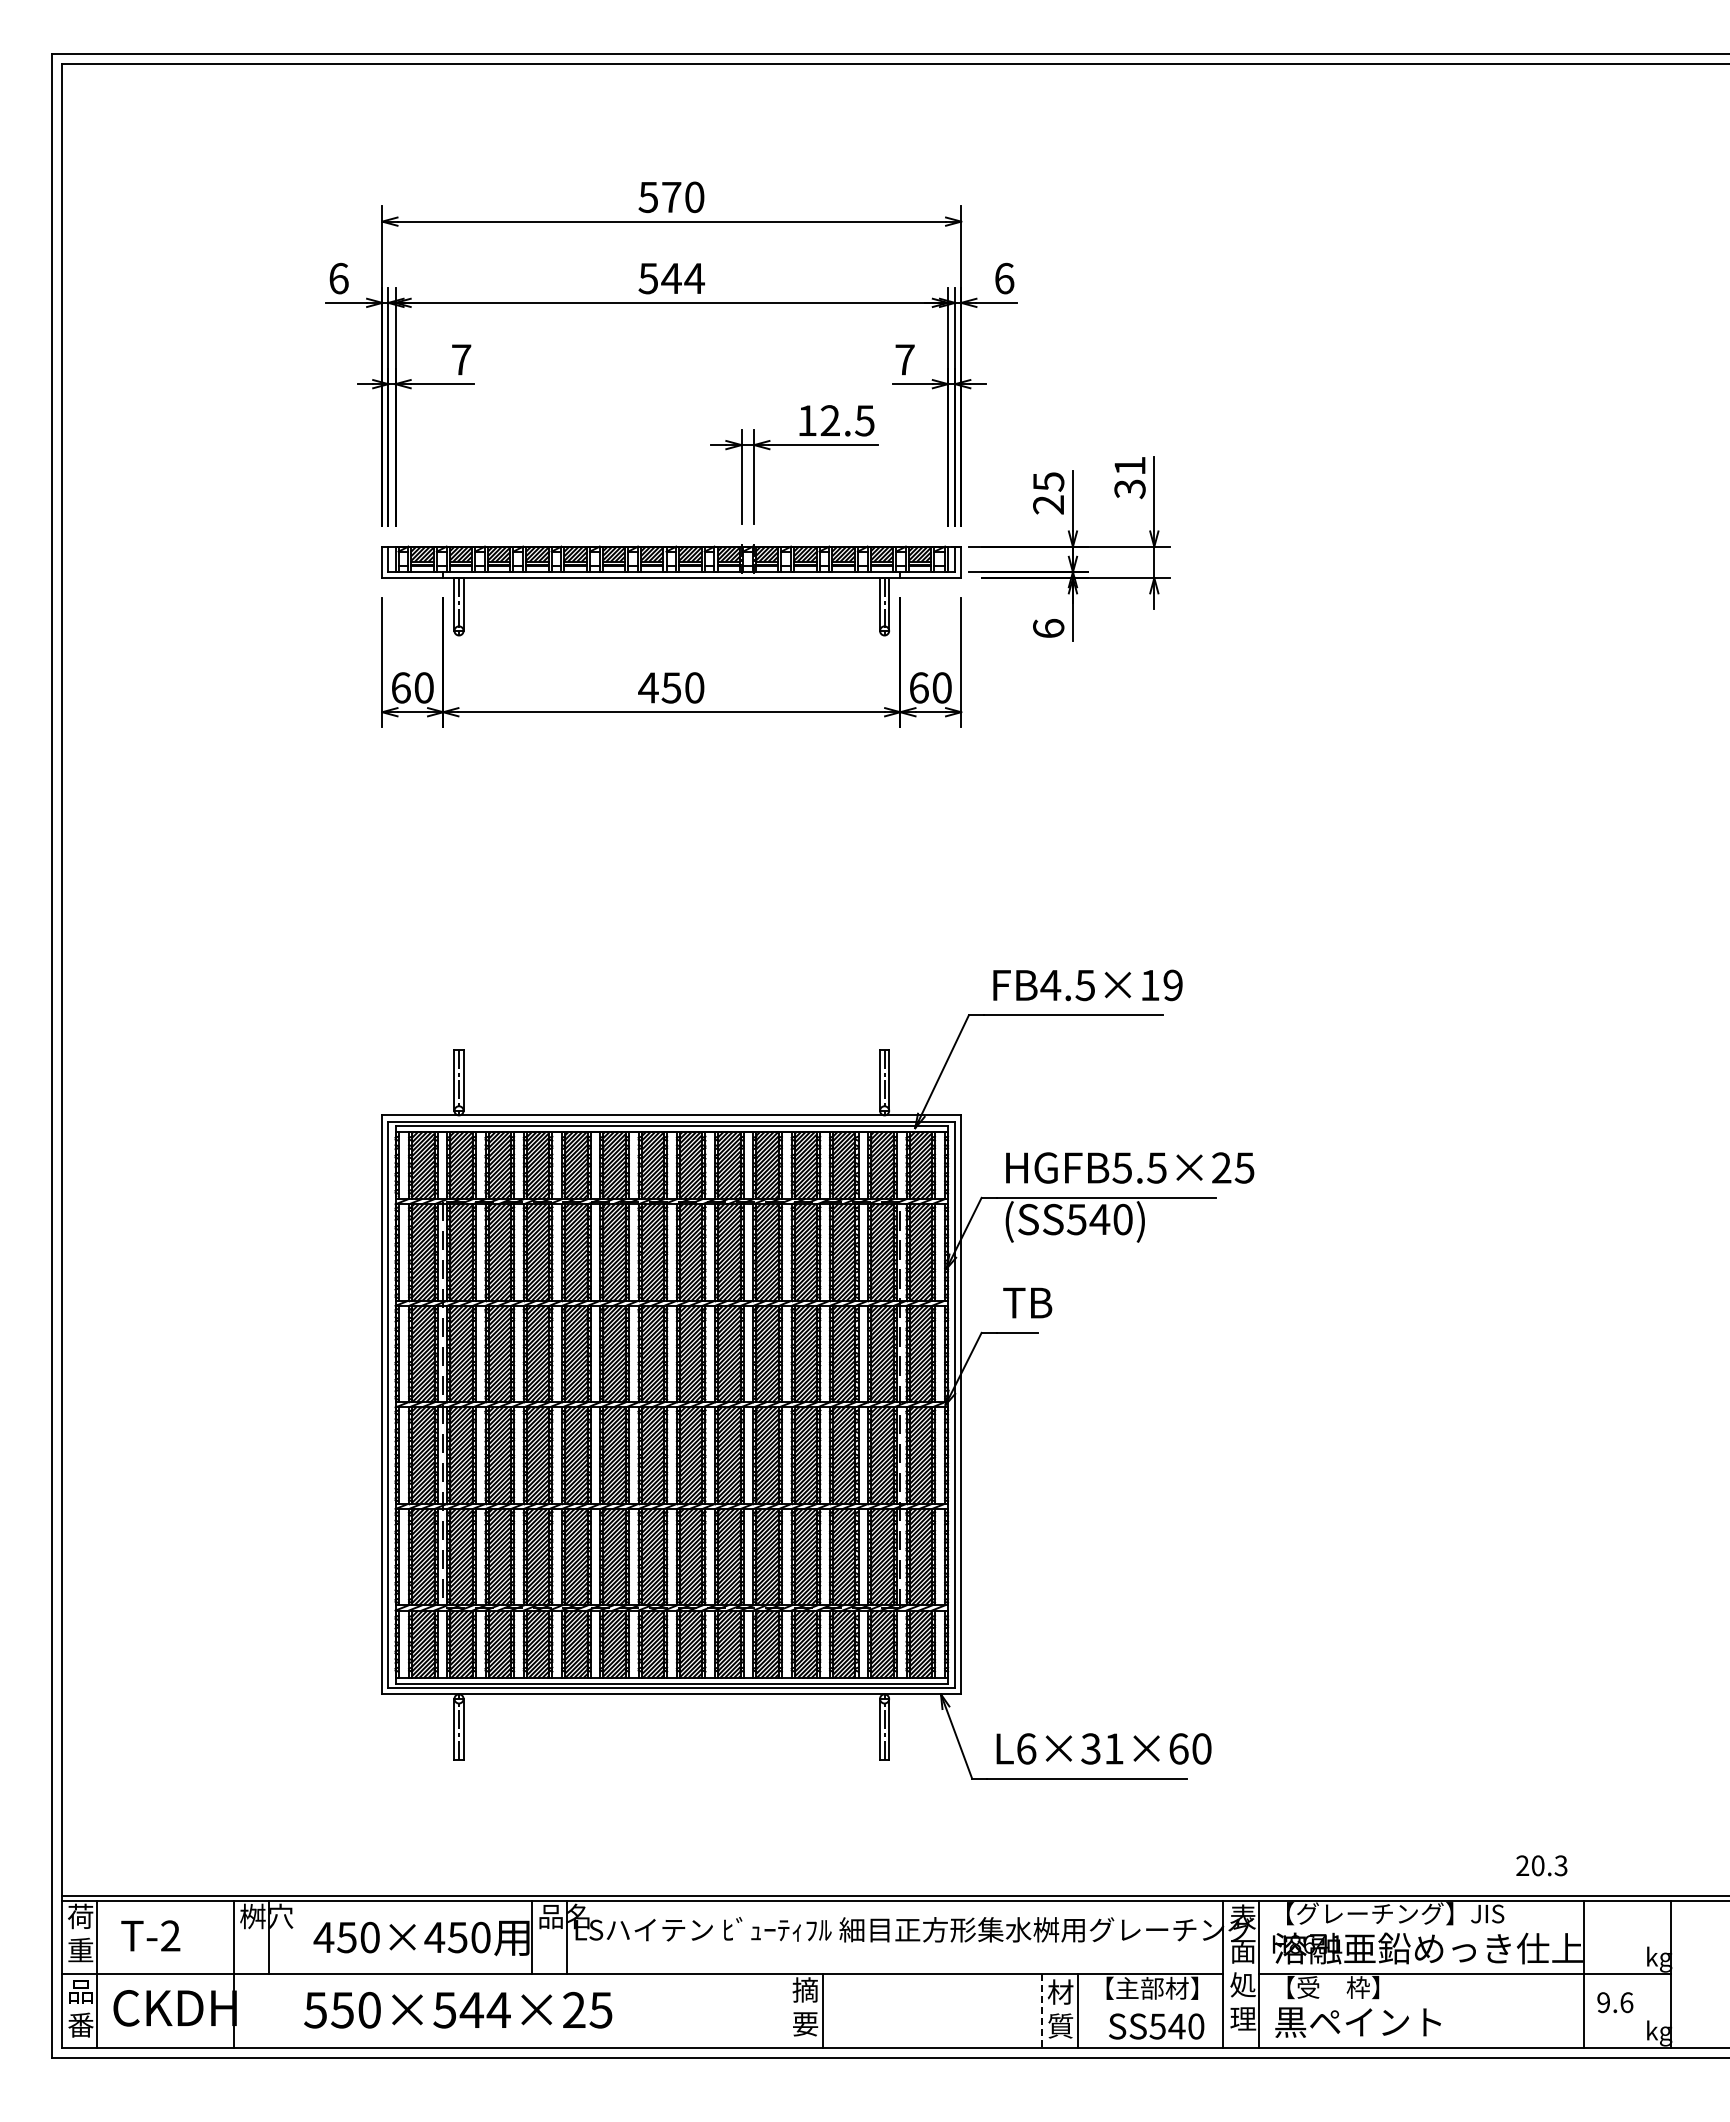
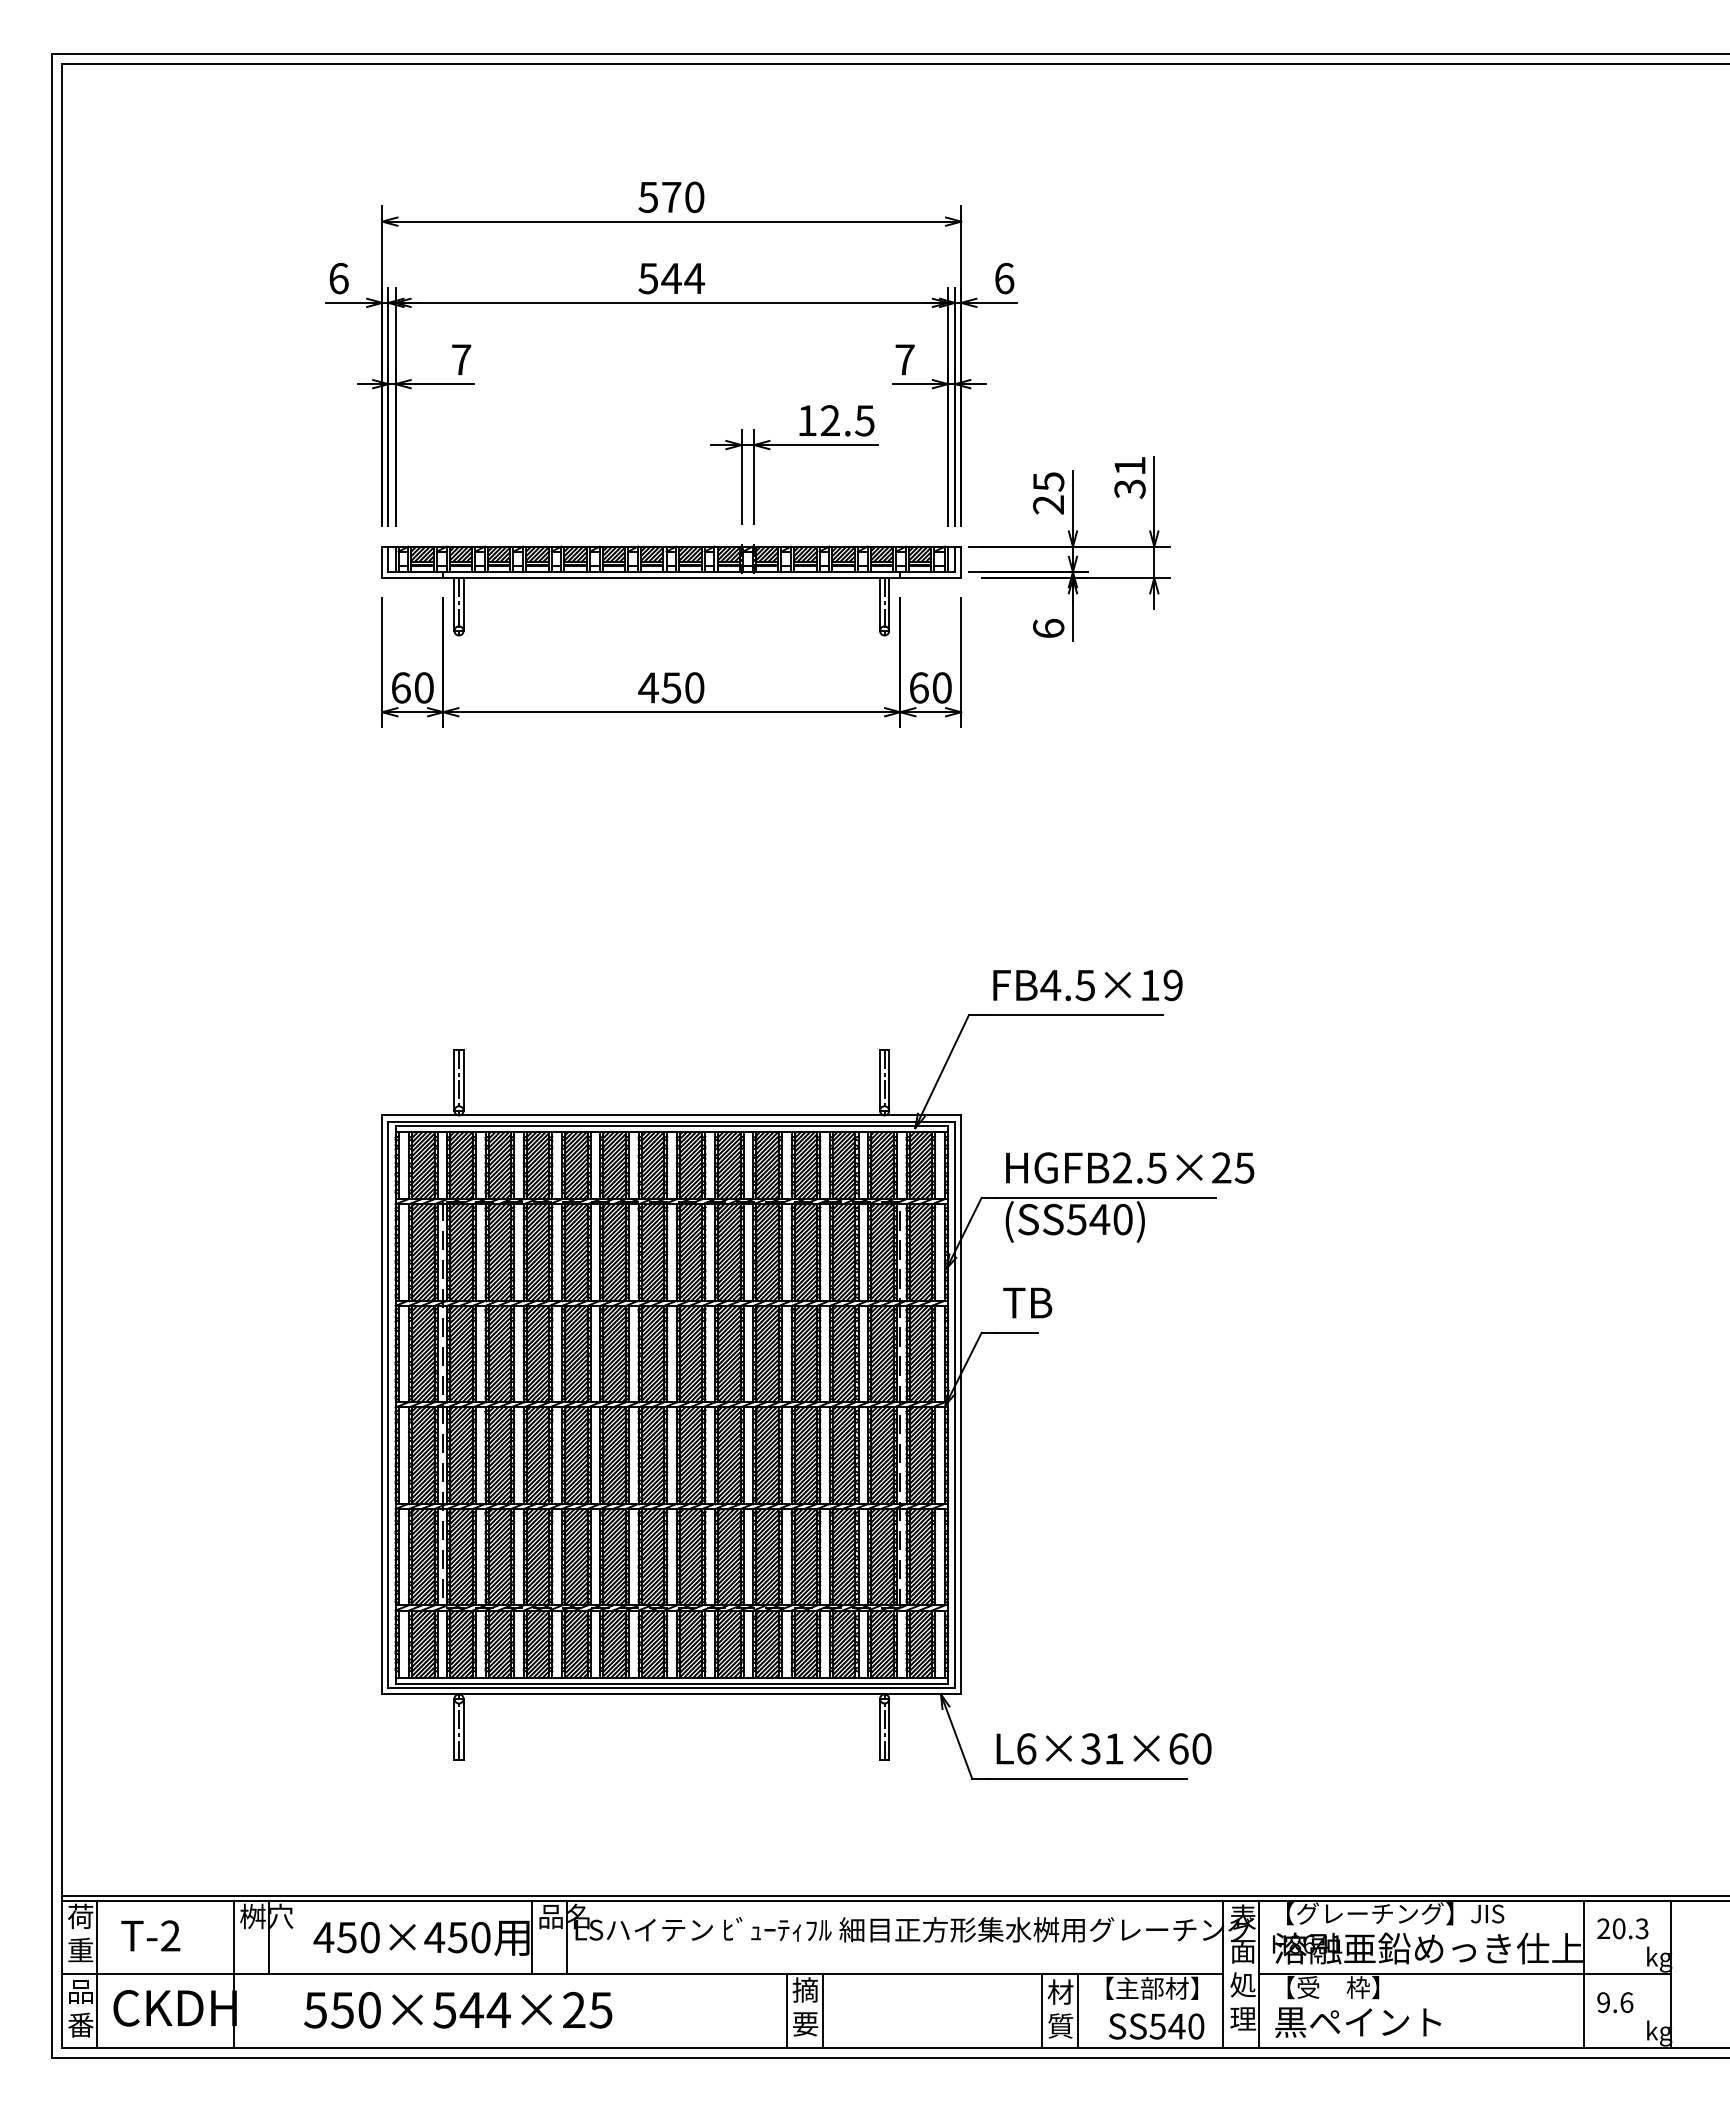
text at (1121, 1167): HGFB5.5×25 -> HGFB2.5×25
text at (1541, 1865) position: (1541, 1865) -> (1622, 1928)
line at (786, 2011): none -> present
line at (1042, 2011): dashed -> solid
